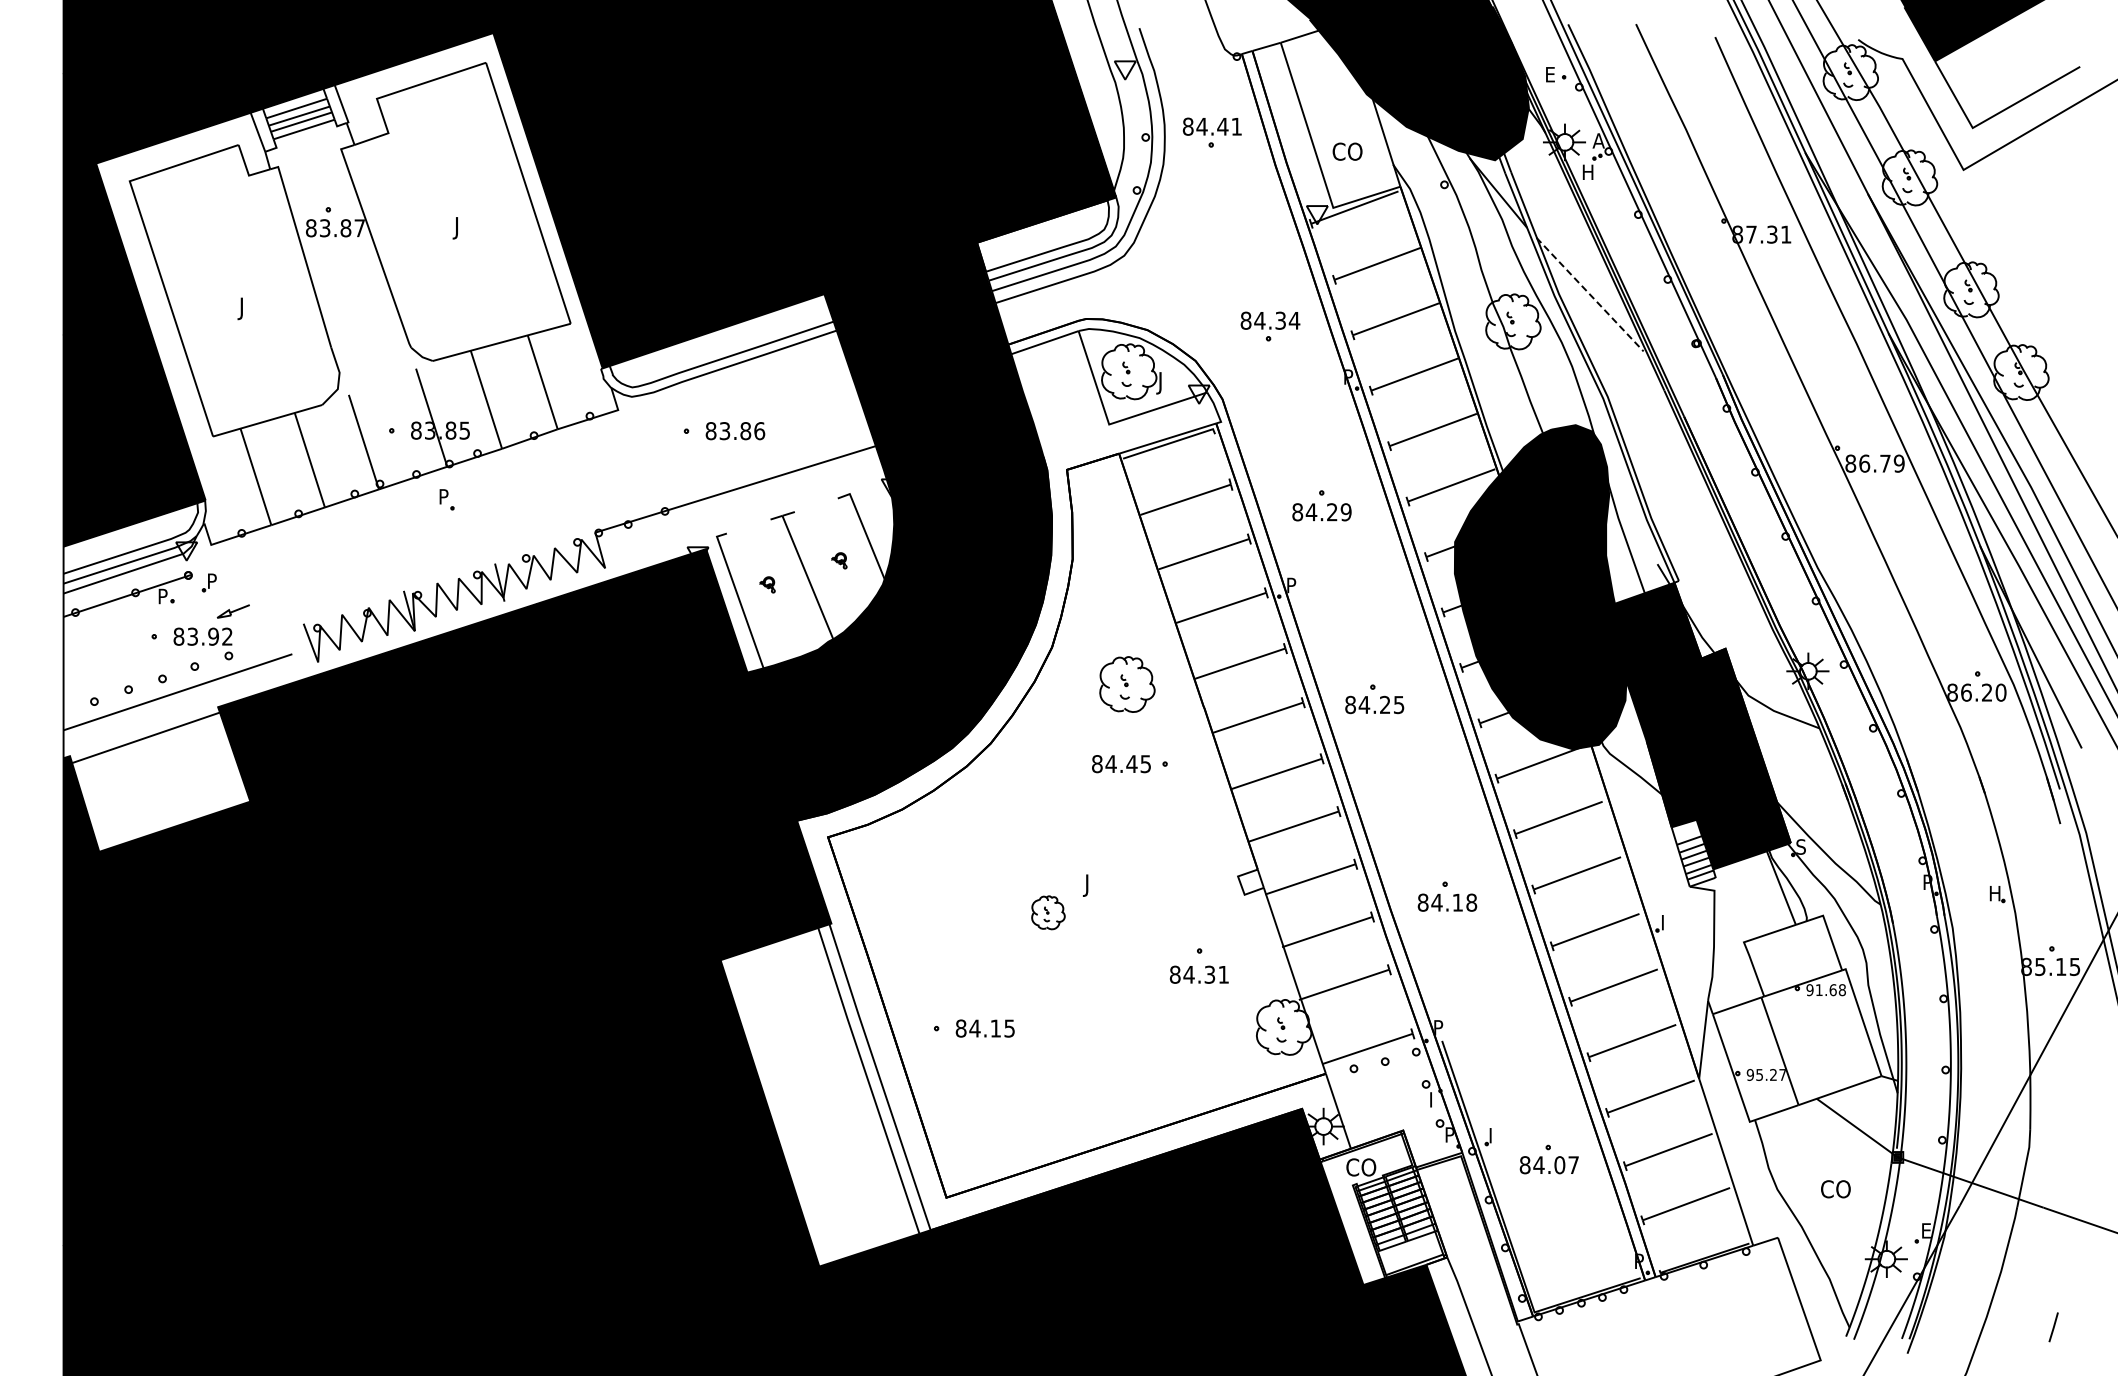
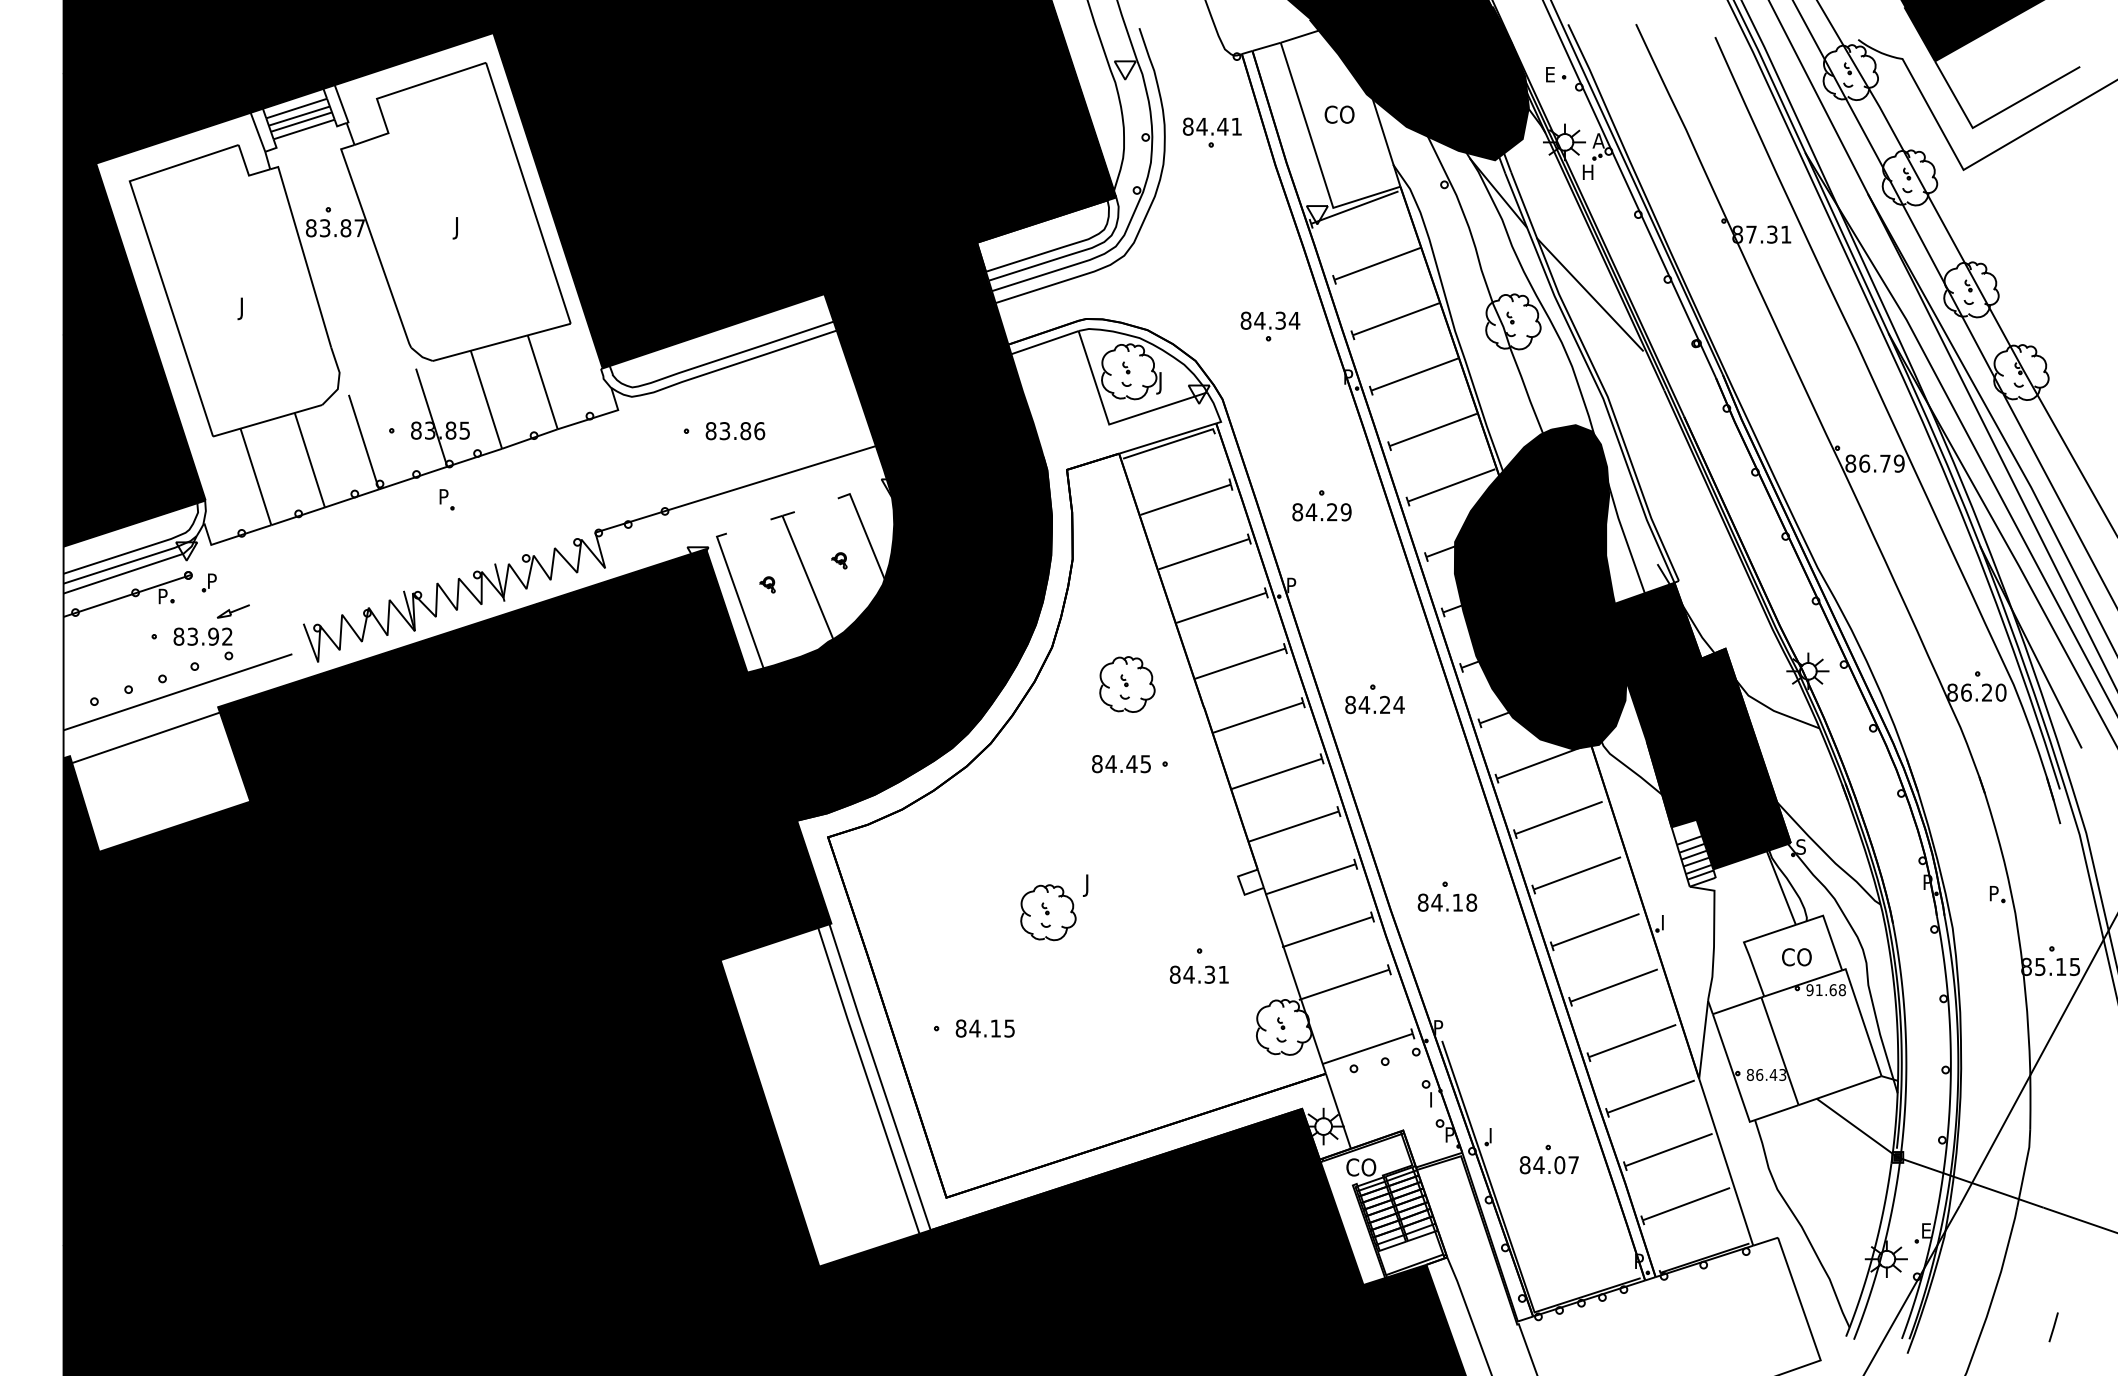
text at (1347, 151) position: (1347, 151) -> (1339, 114)
line at (1590, 294): dashed -> solid
text at (1398, 705): 84.25 -> 84.24
text at (1995, 893): H -> P
part at (1048, 912) size: 35x36 px -> 57x58 px
text at (1766, 1074): 95.27 -> 86.43
text at (1835, 1189) position: (1835, 1189) -> (1796, 957)
